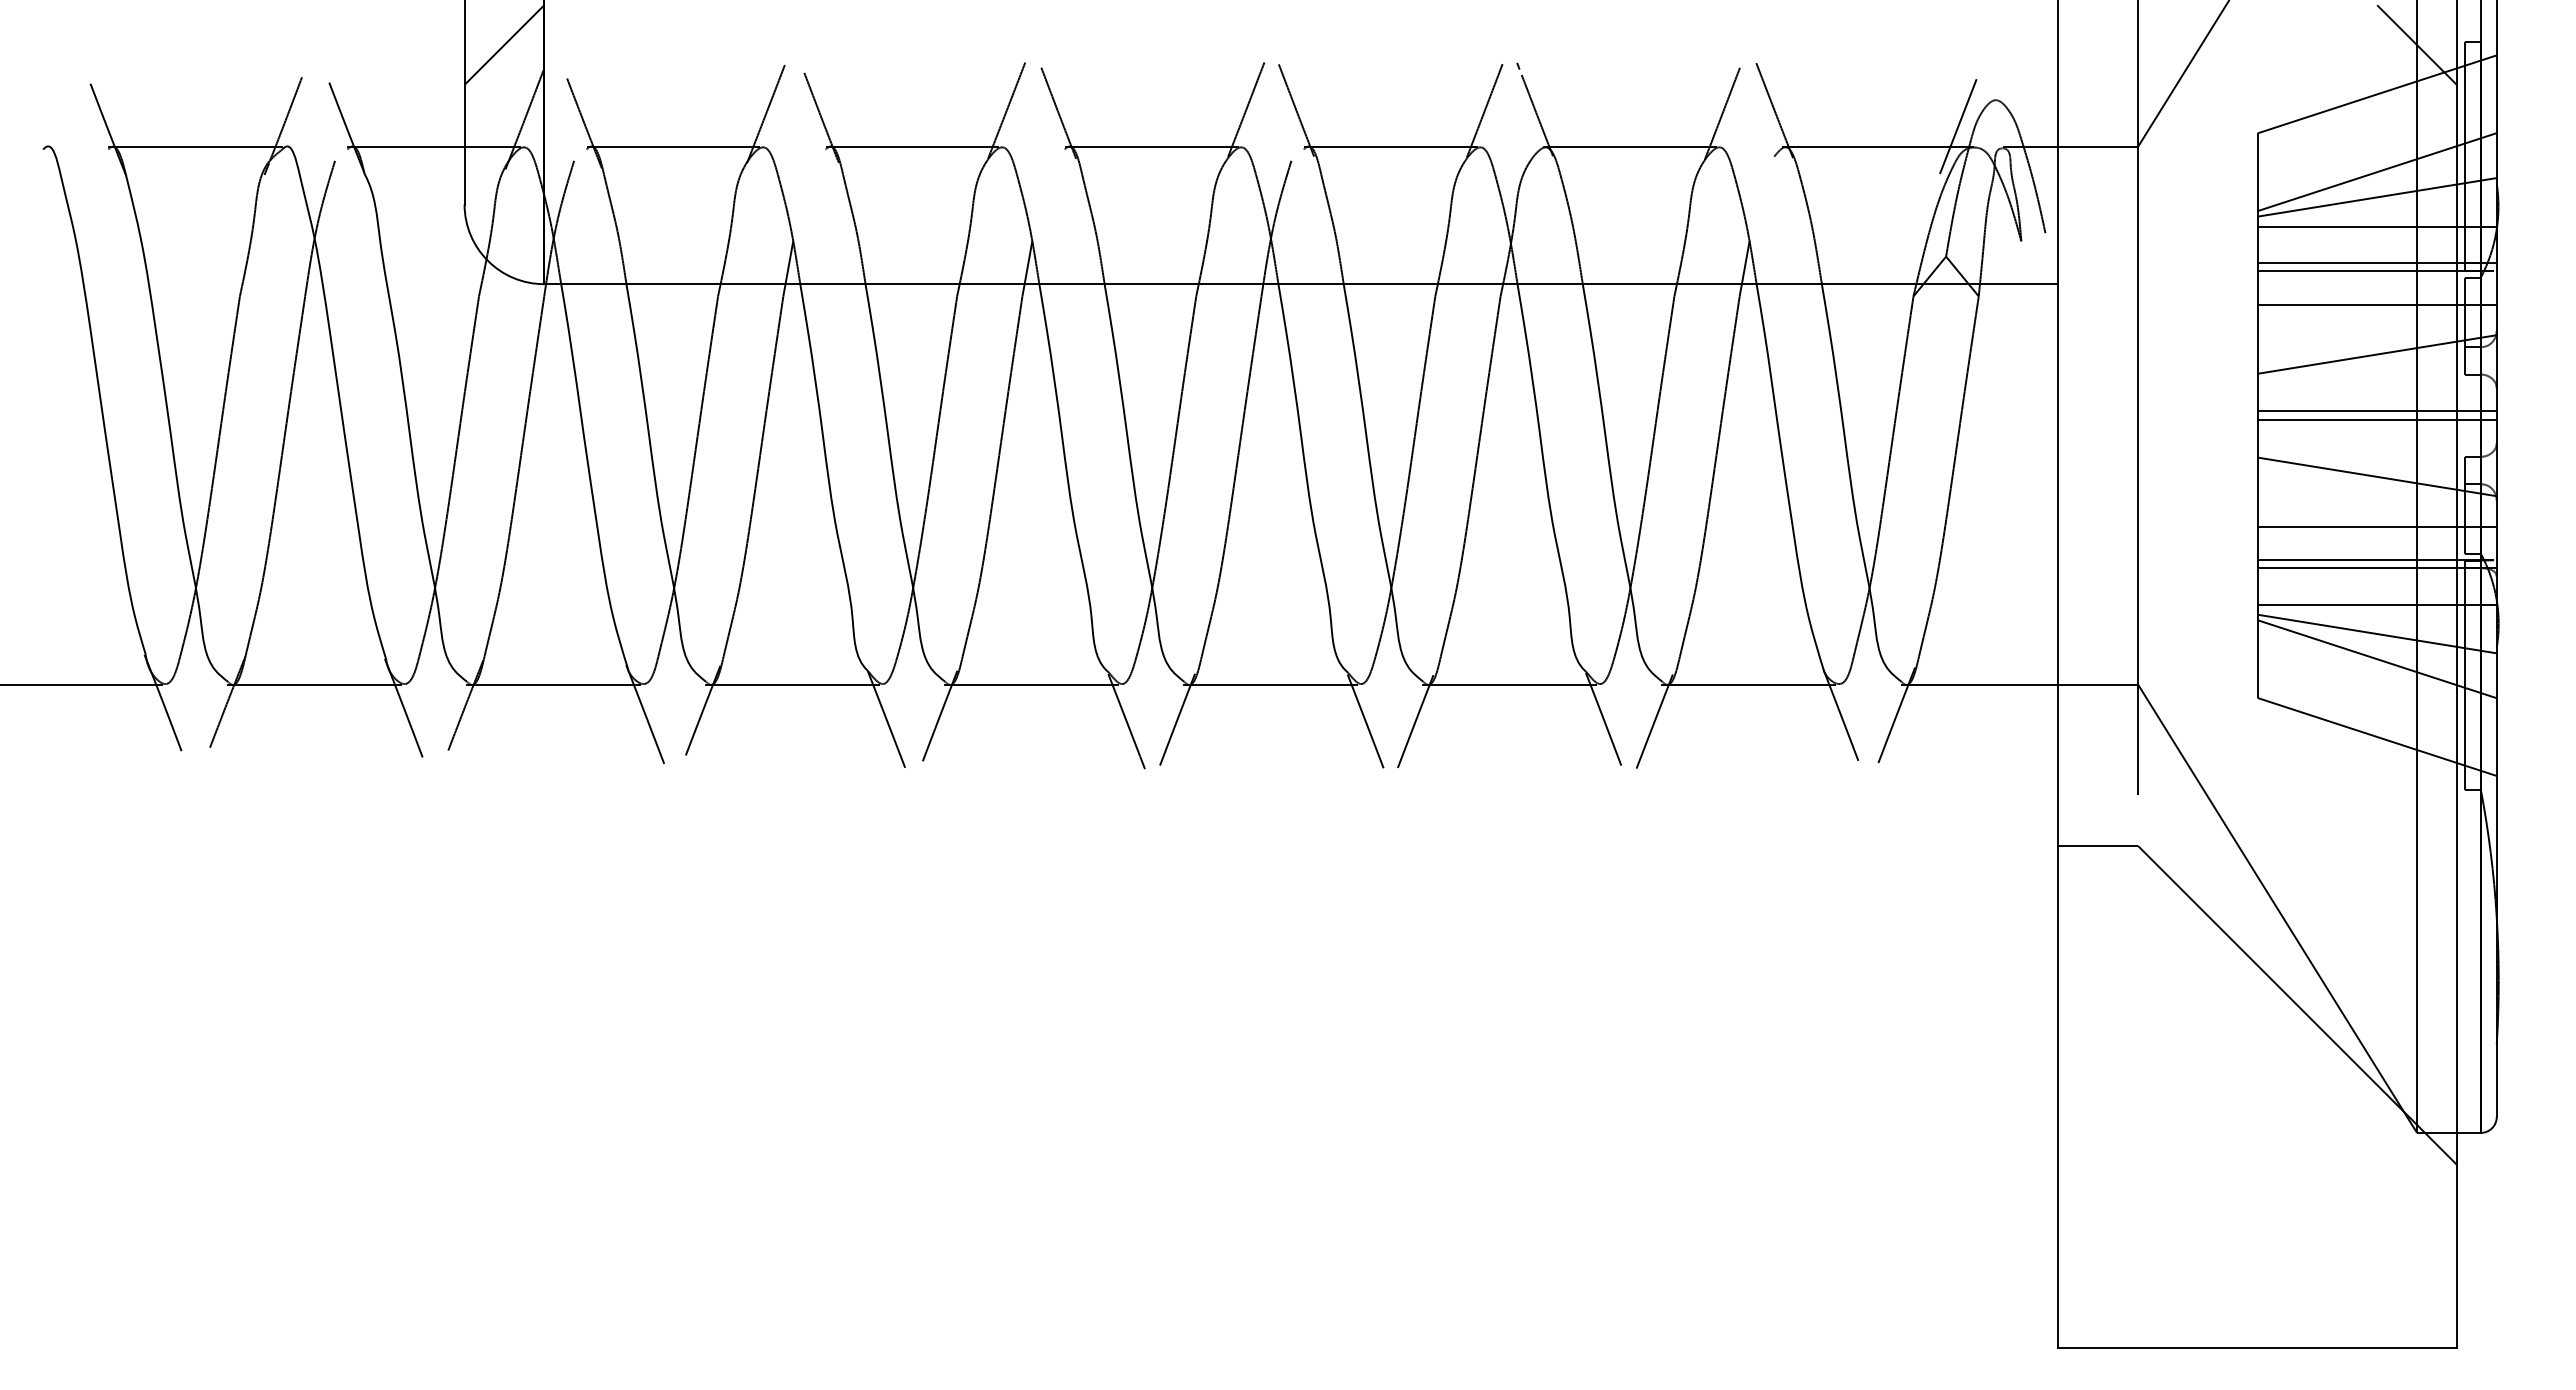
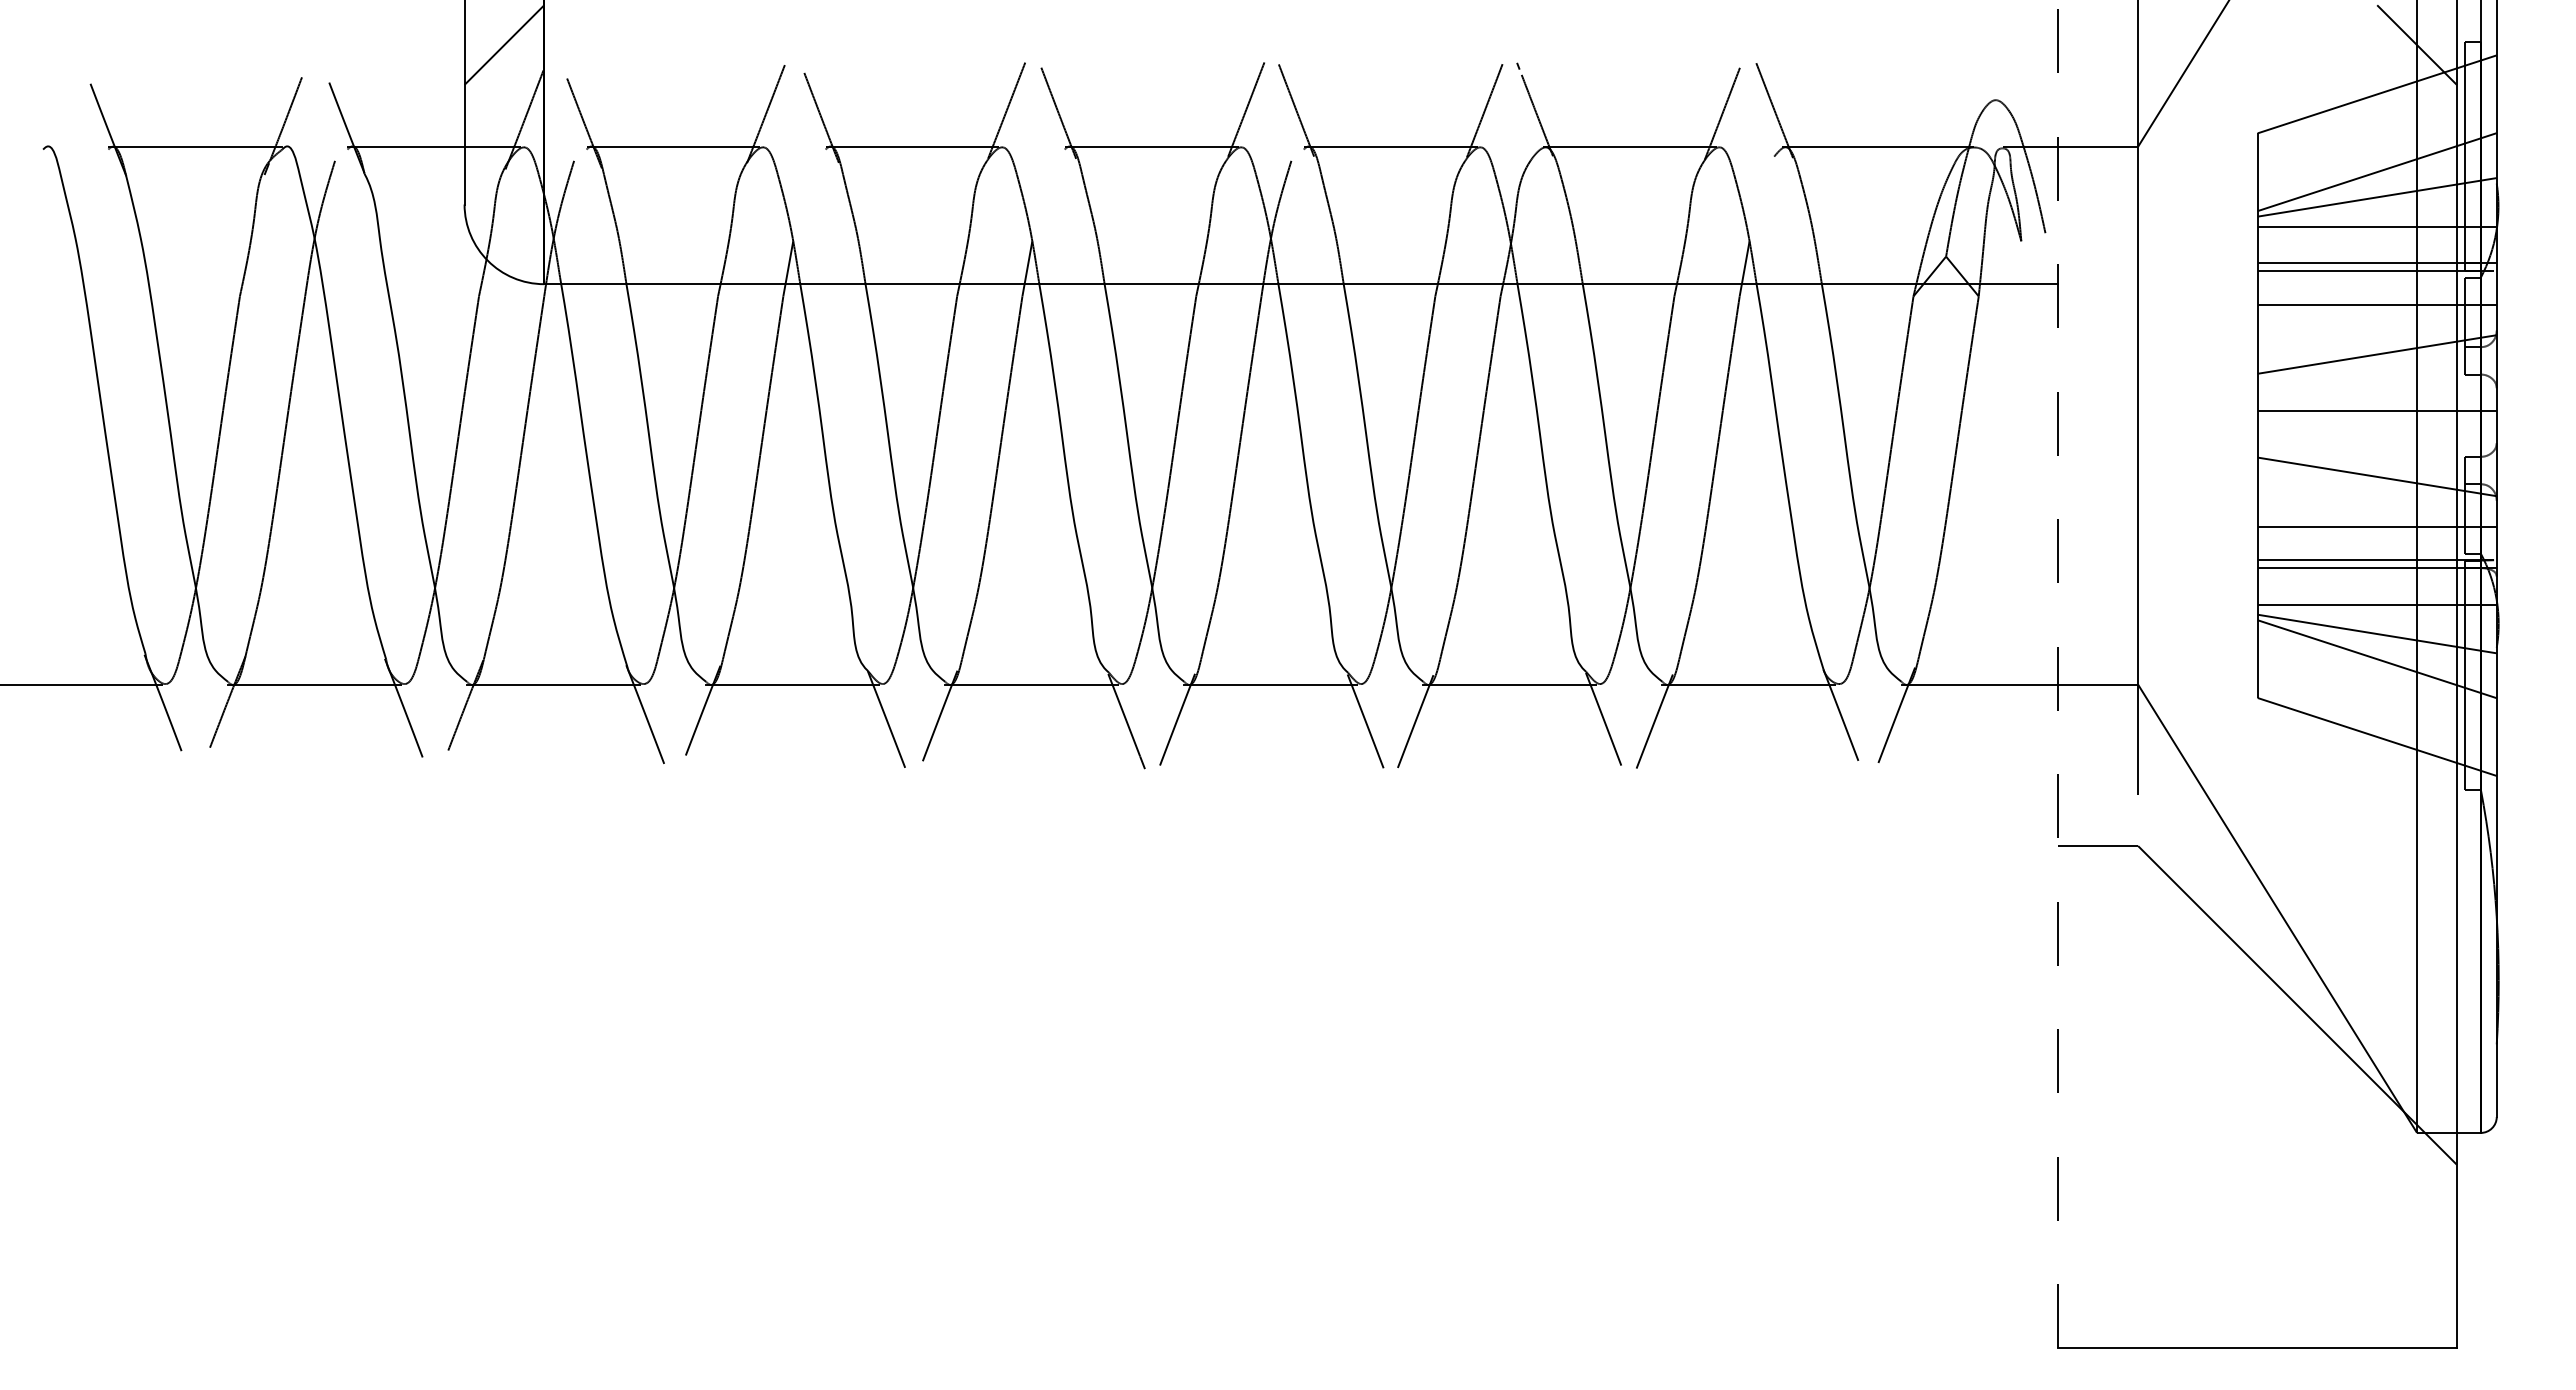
line at (1957, 126): present -> none
line at (2376, 420): present -> none
line at (2058, 674): solid -> dashed
